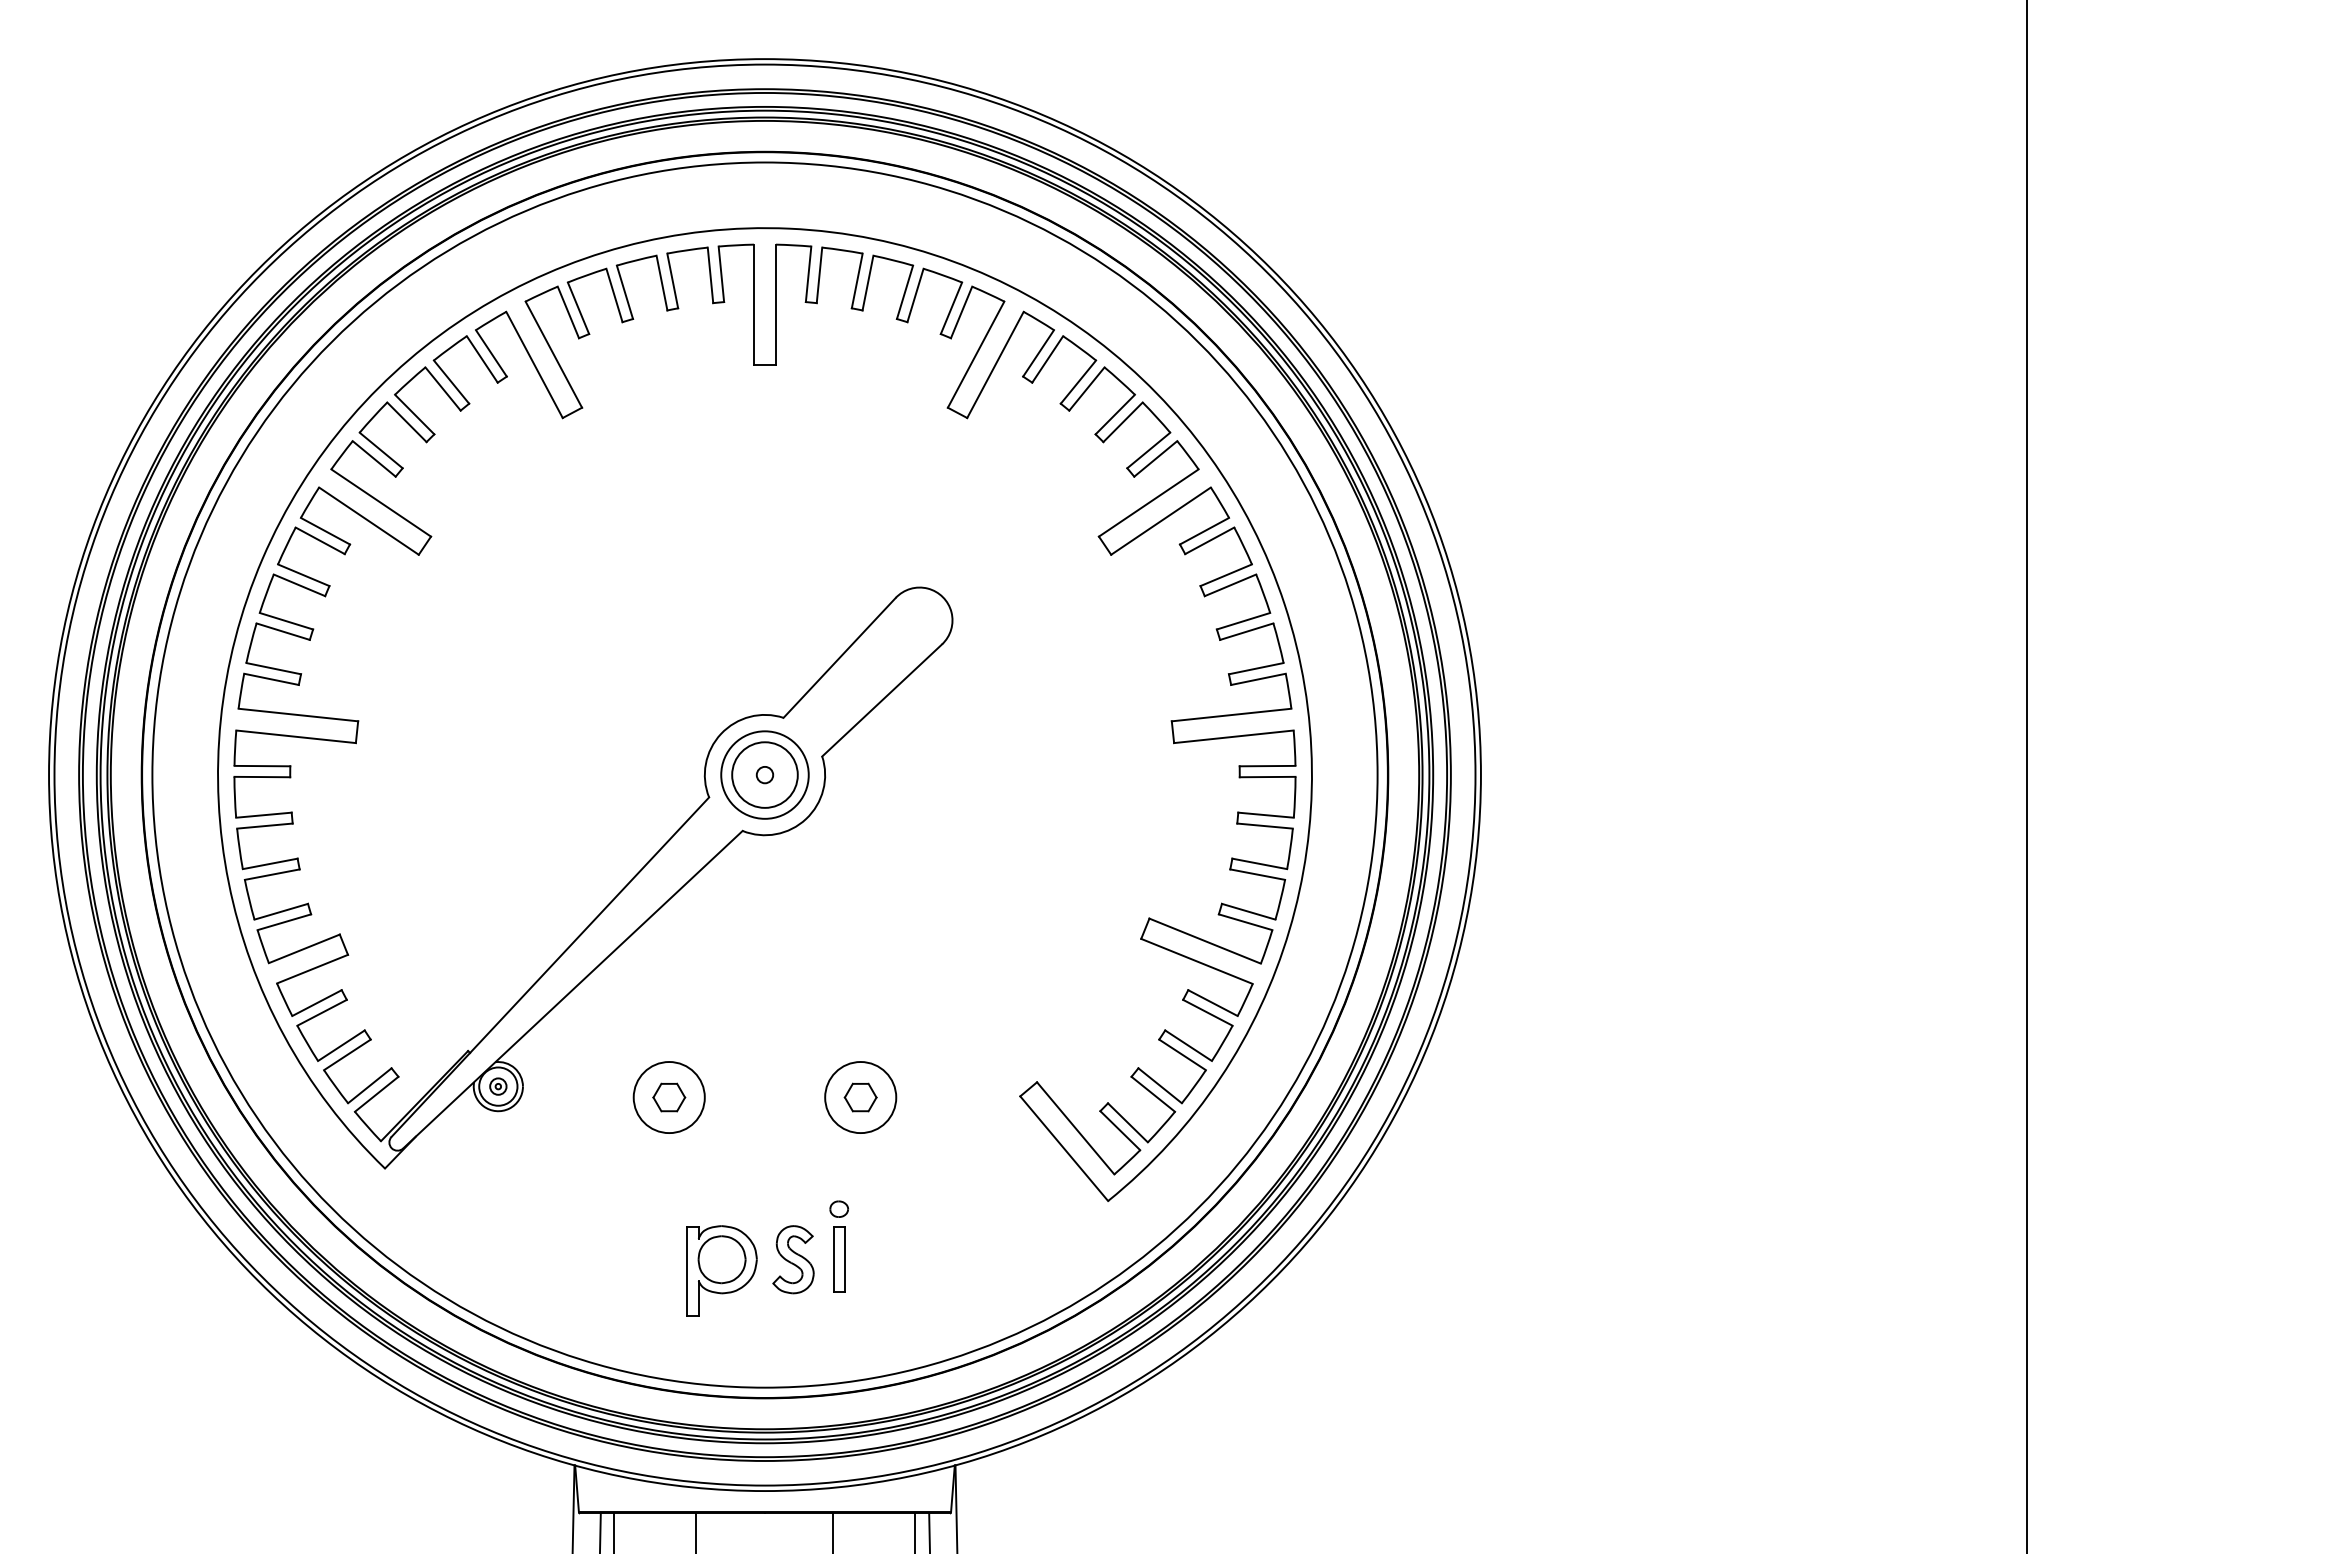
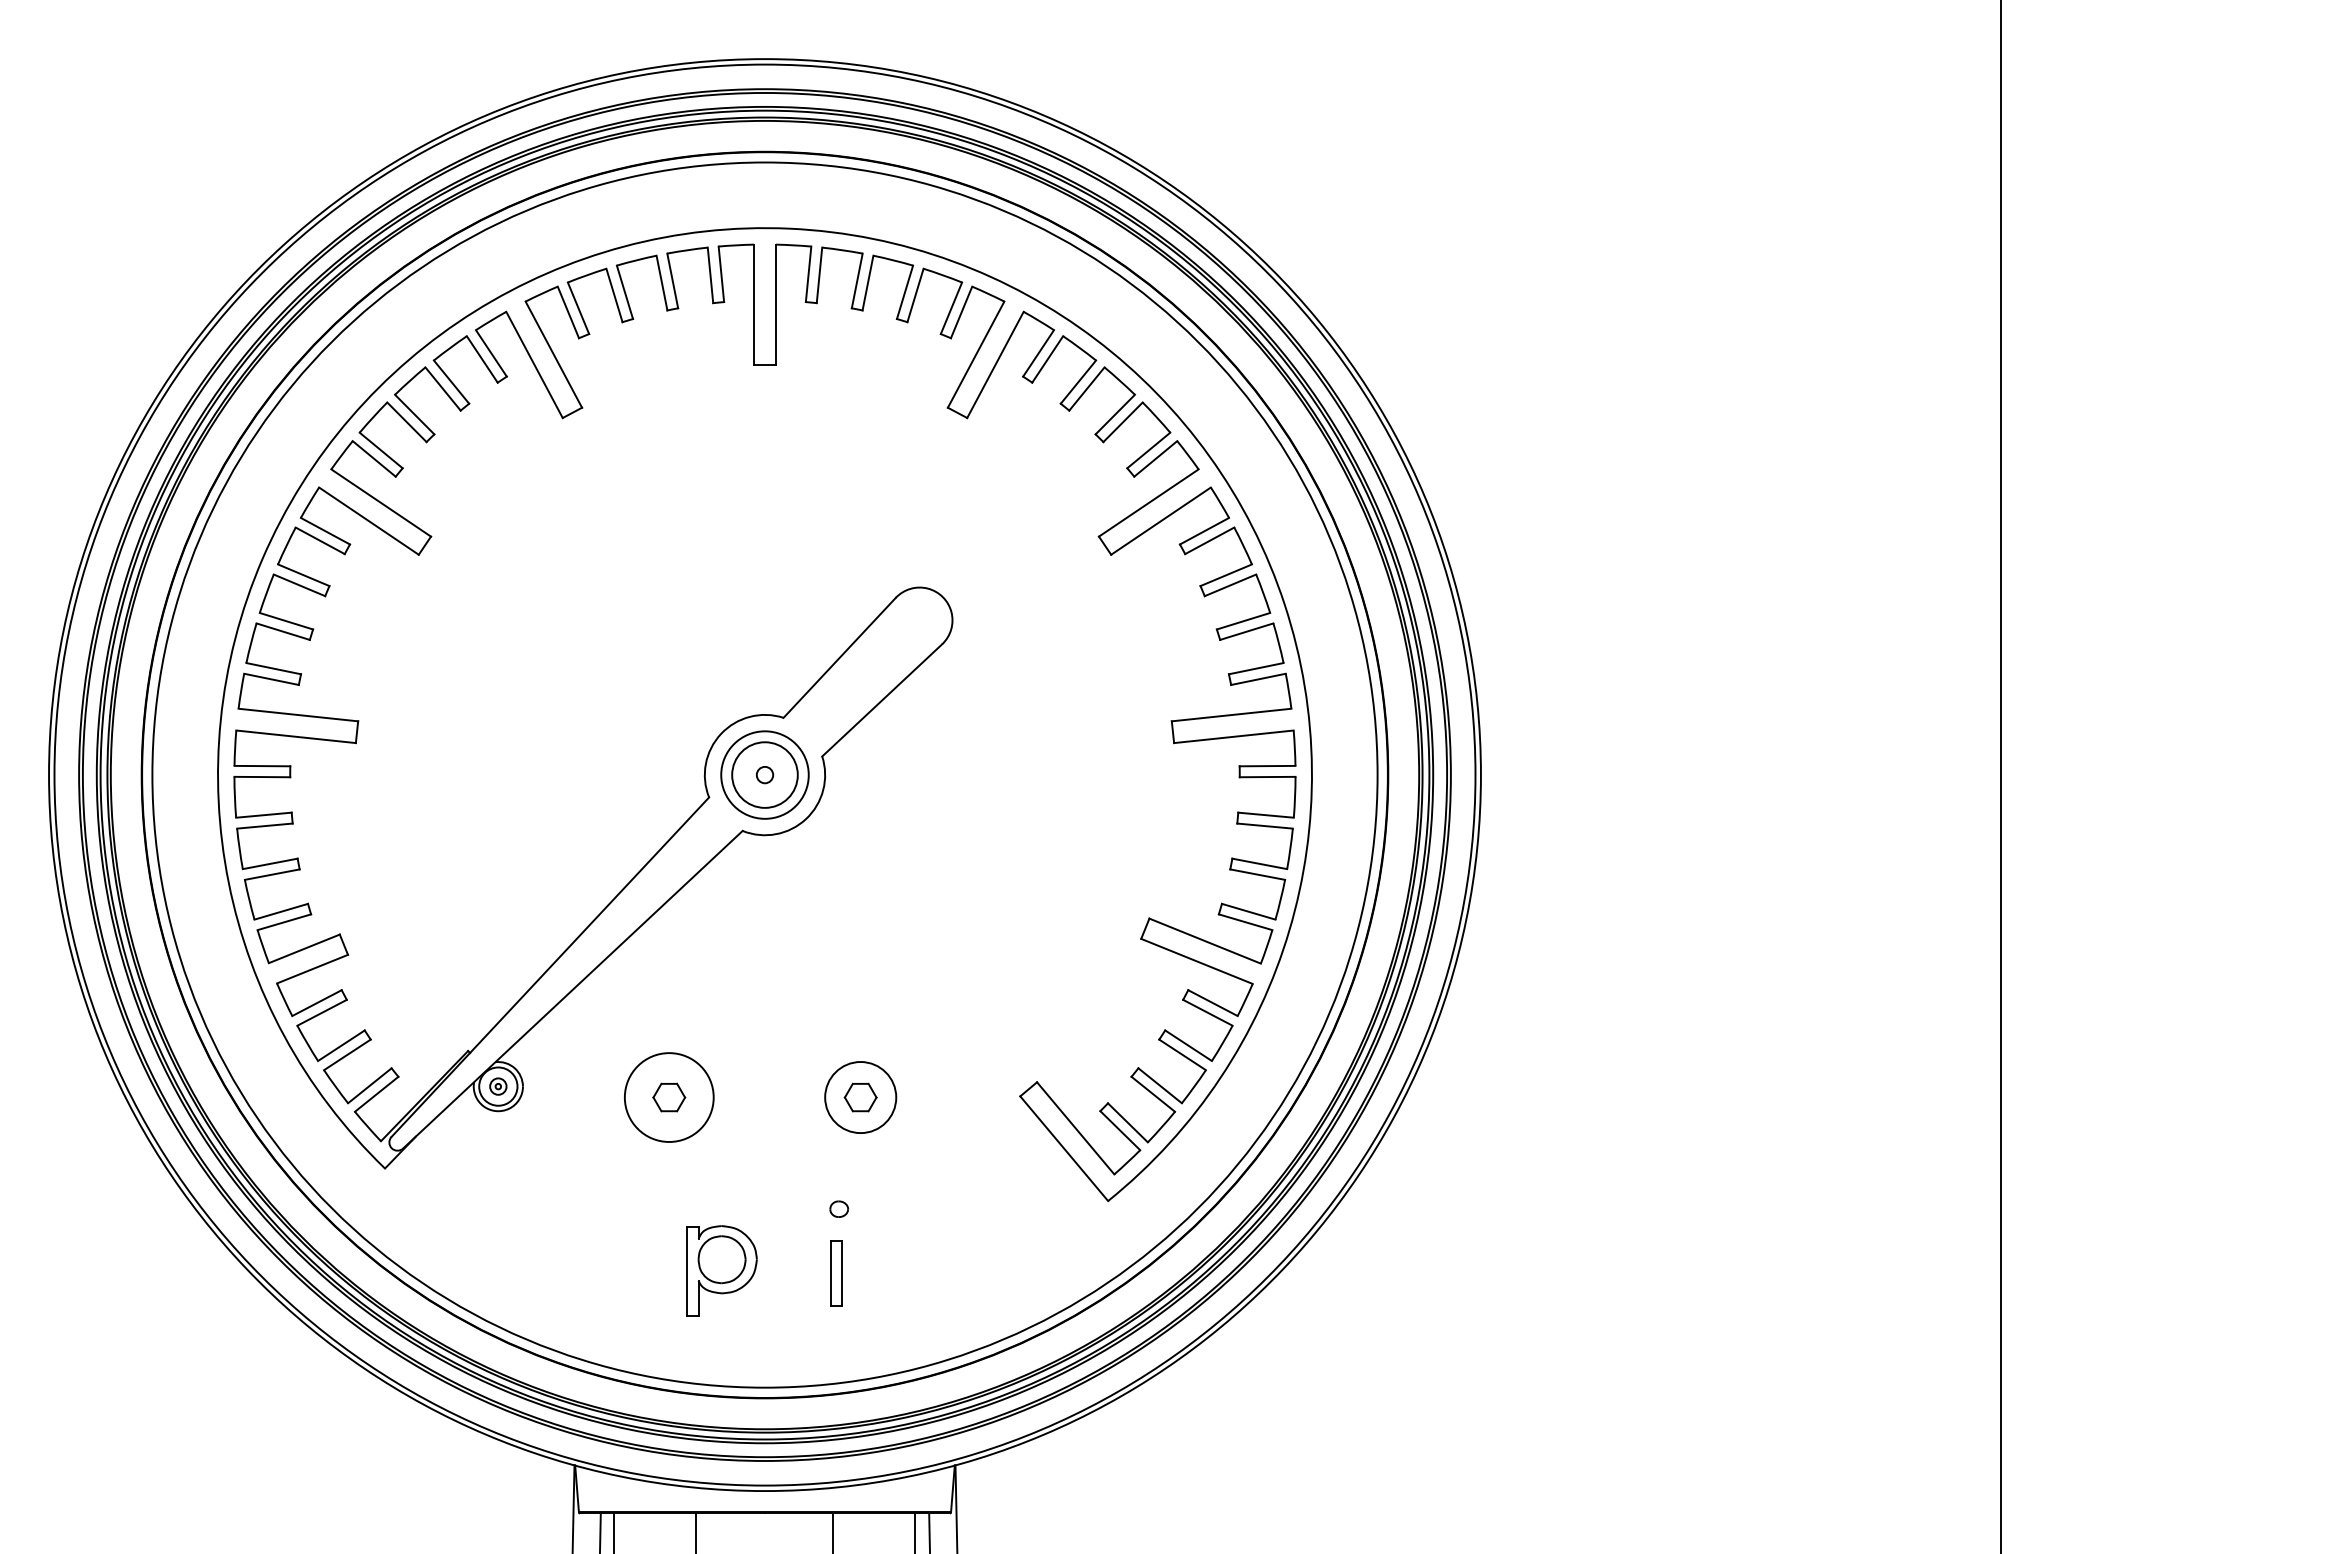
line at (2027, 776) position: (2027, 776) -> (2001, 776)
circle at (668, 1097) diameter: 71 px -> 89 px
part at (793, 1259): present -> none
part at (839, 1259) position: (839, 1259) -> (836, 1273)
